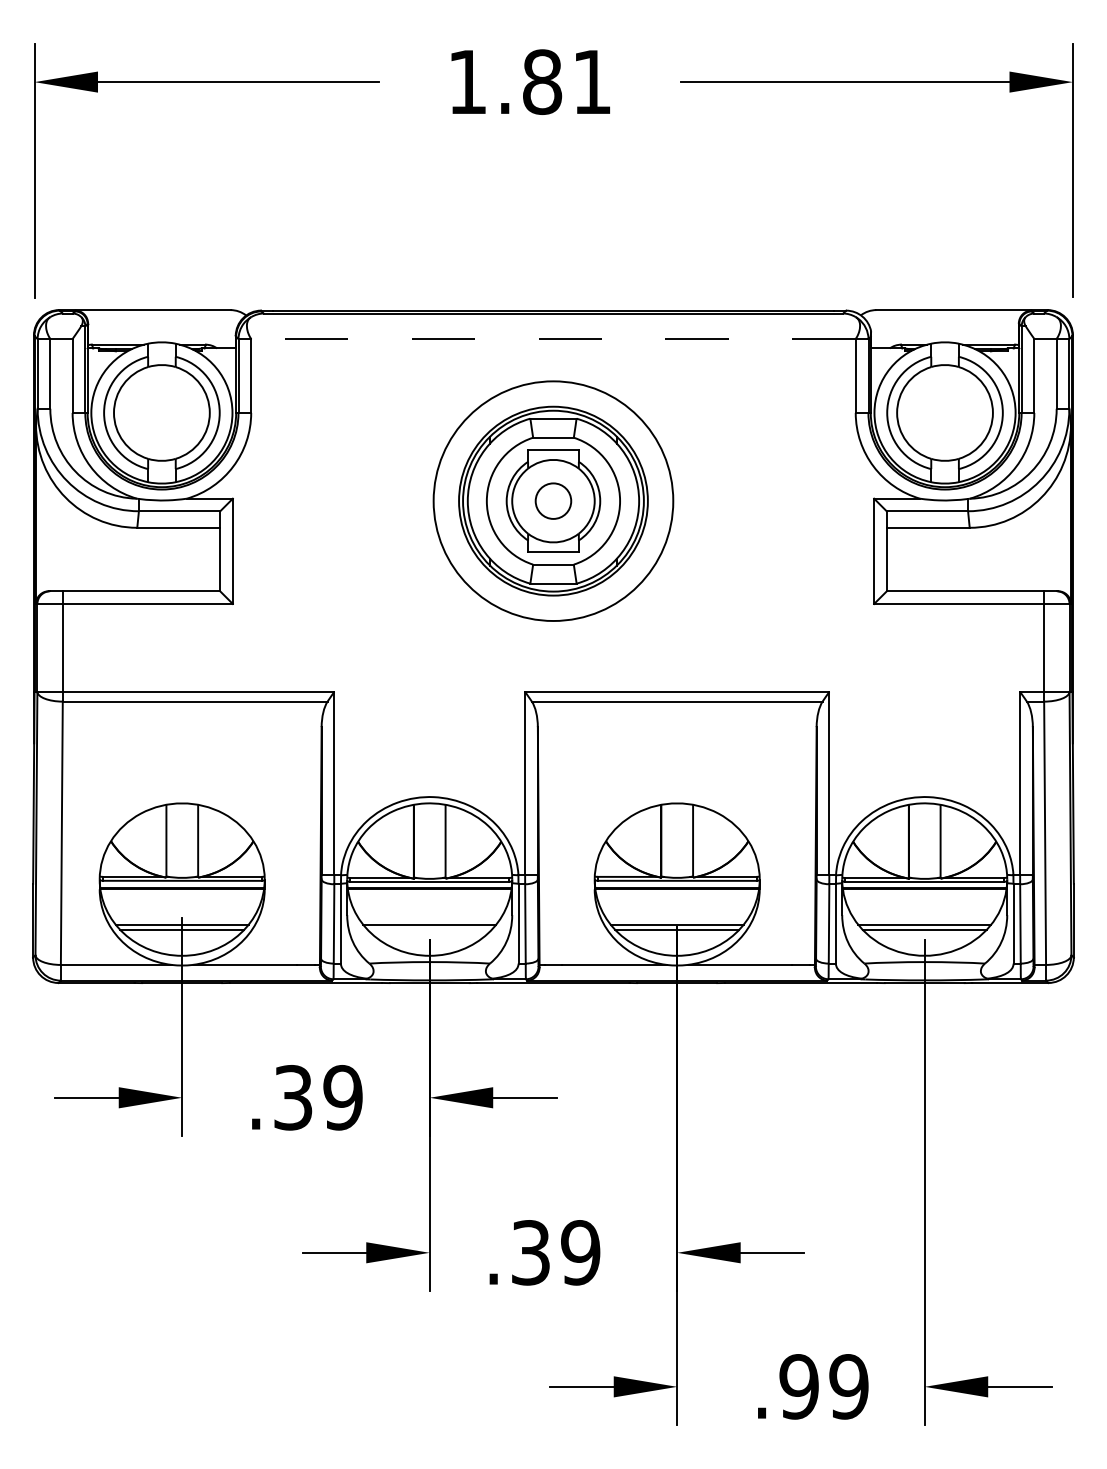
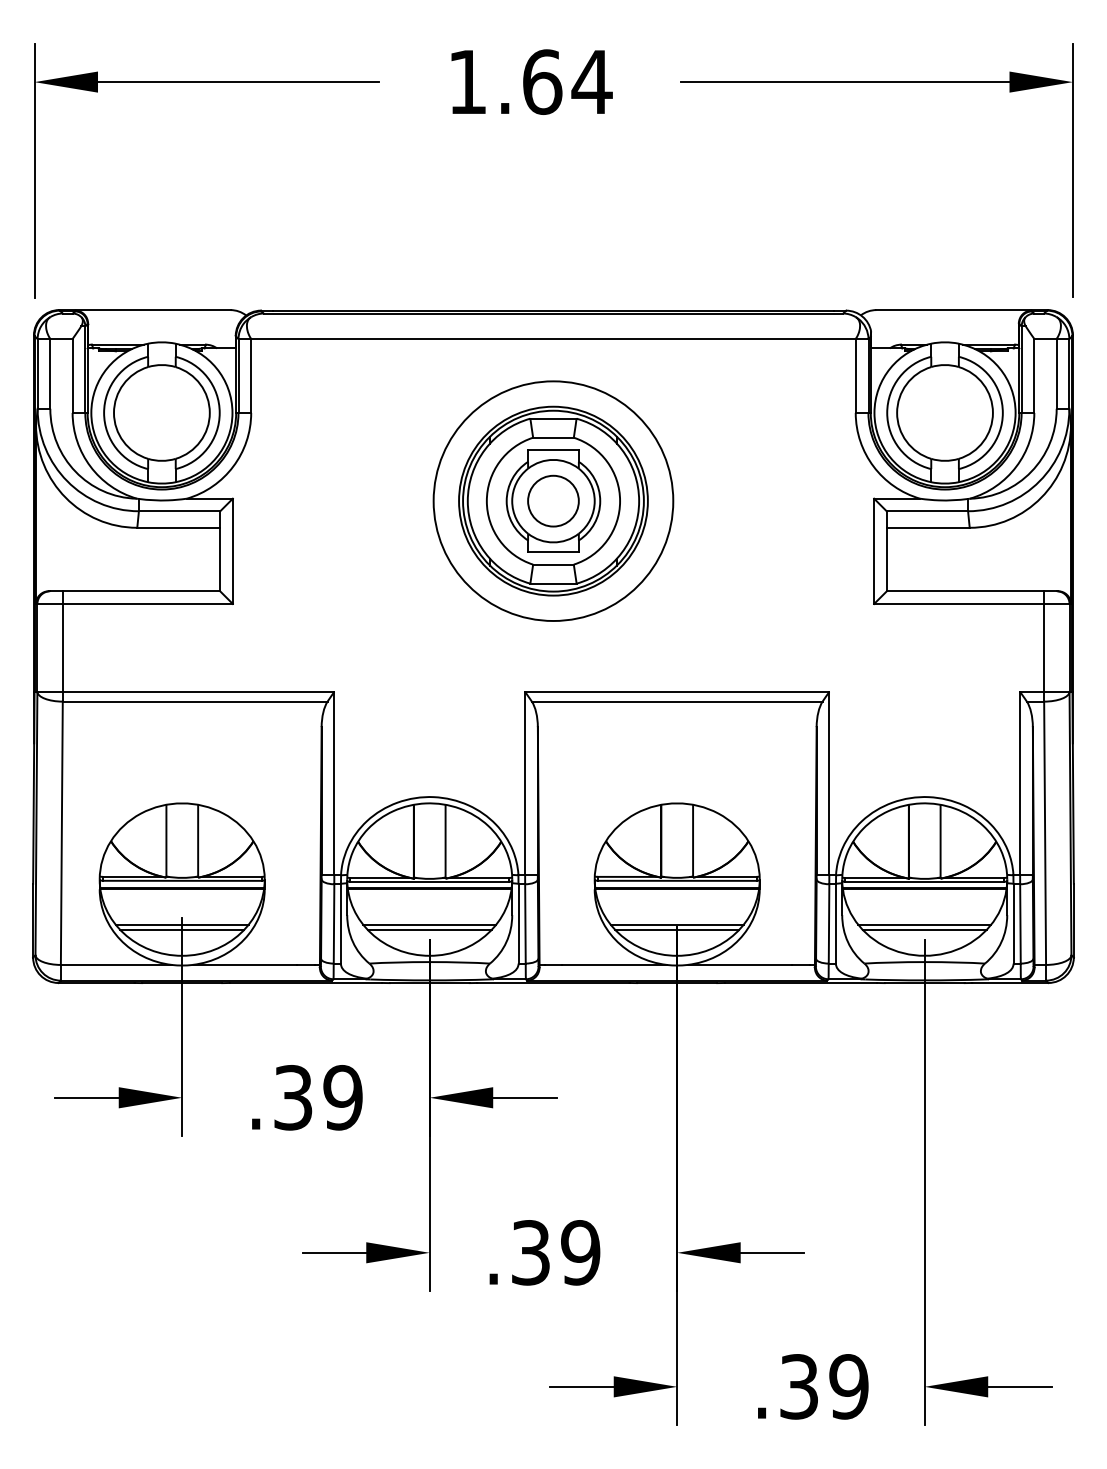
text at (567, 81): 1.81 -> 1.64
line at (553, 338): dashed -> solid
circle at (553, 500) diameter: 36 px -> 51 px
line at (429, 930): none -> present
text at (798, 1386): .99 -> .39
